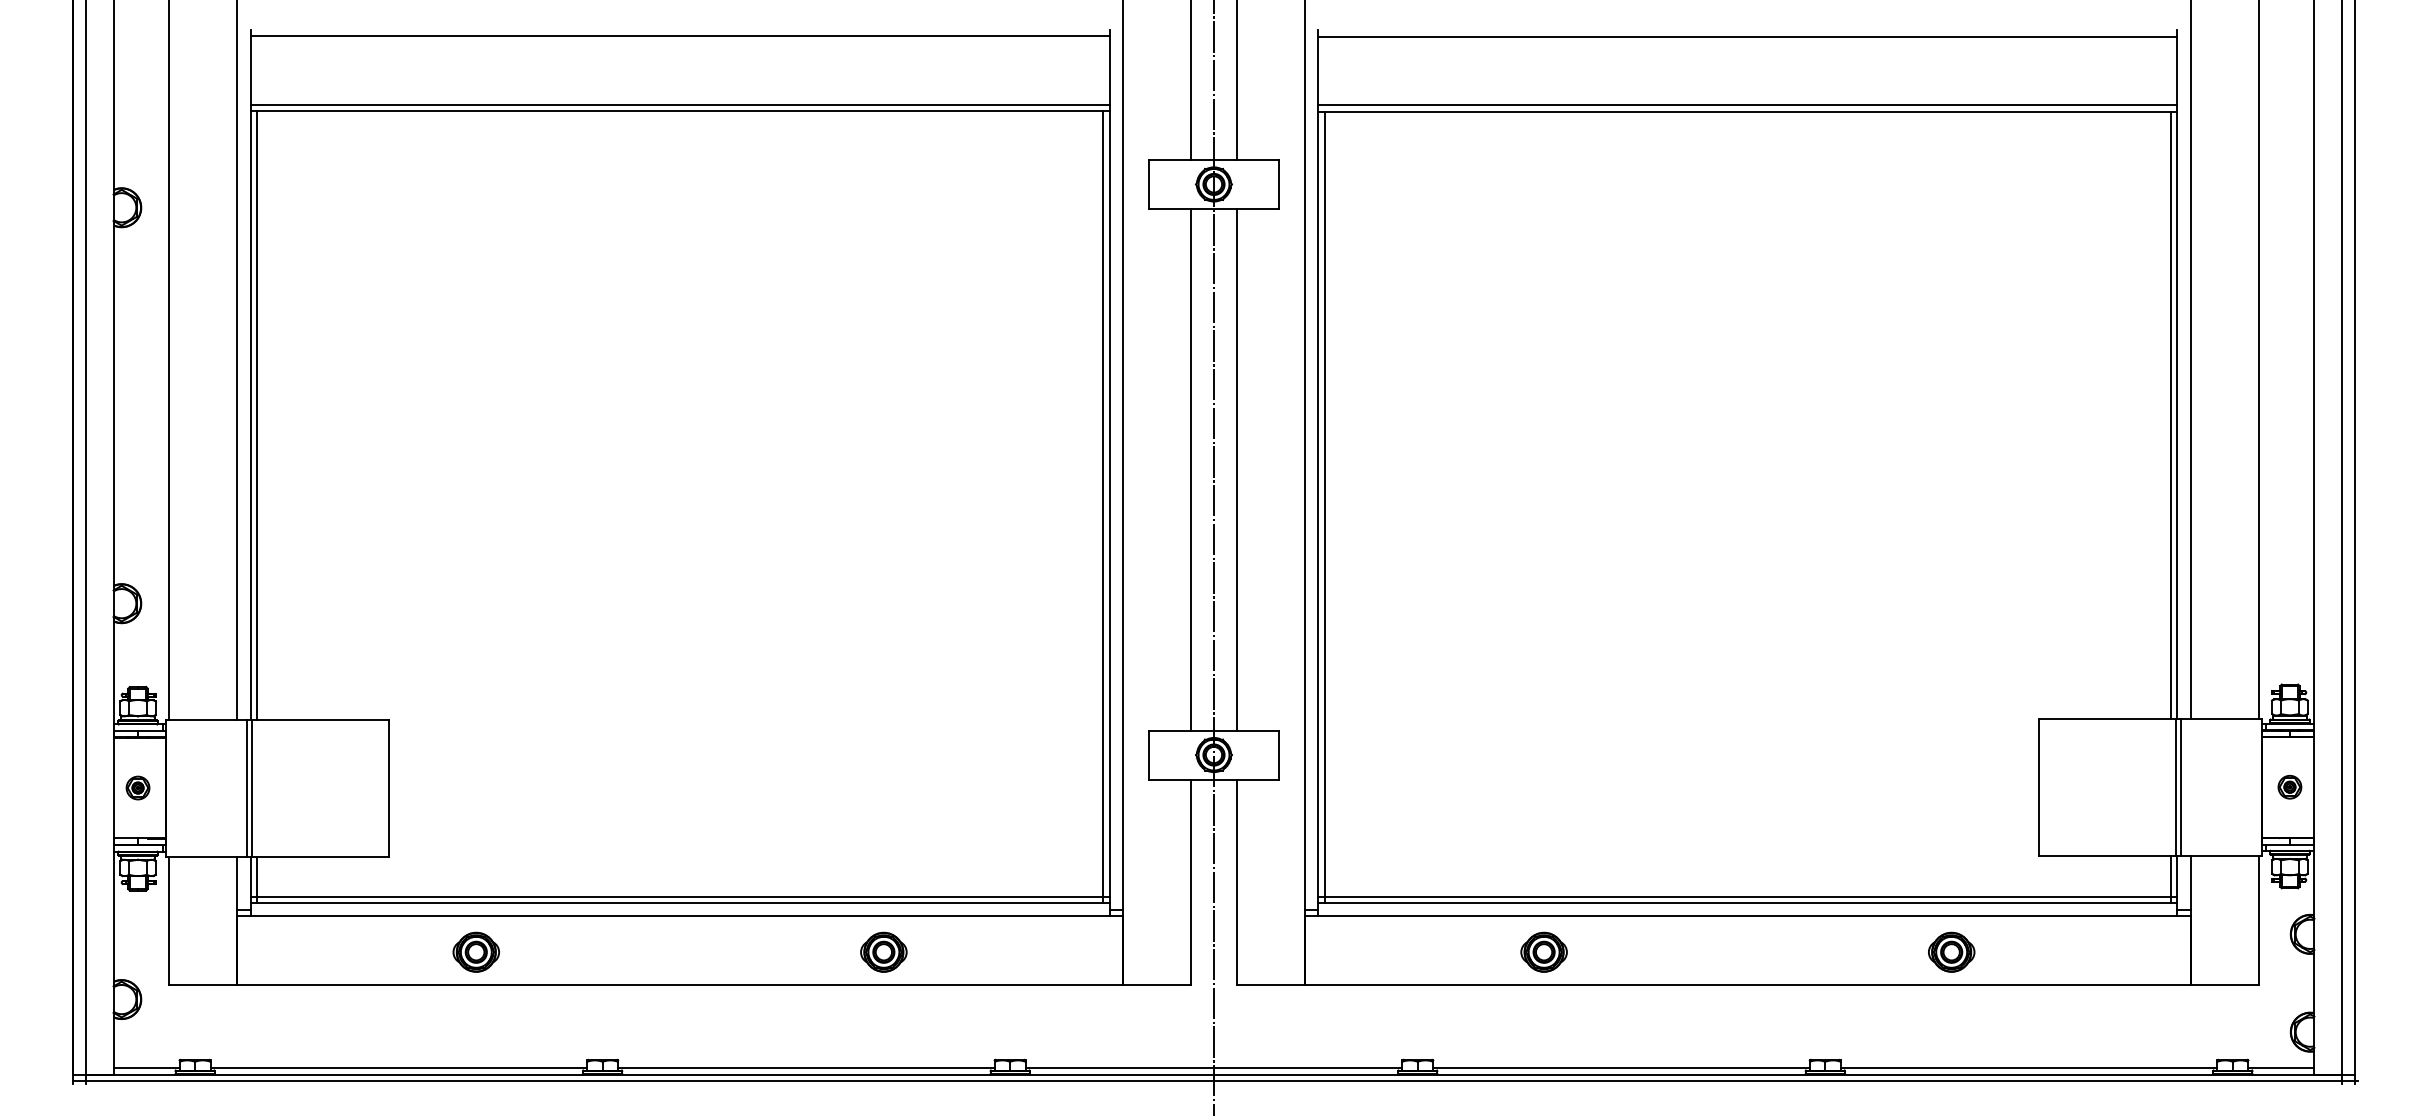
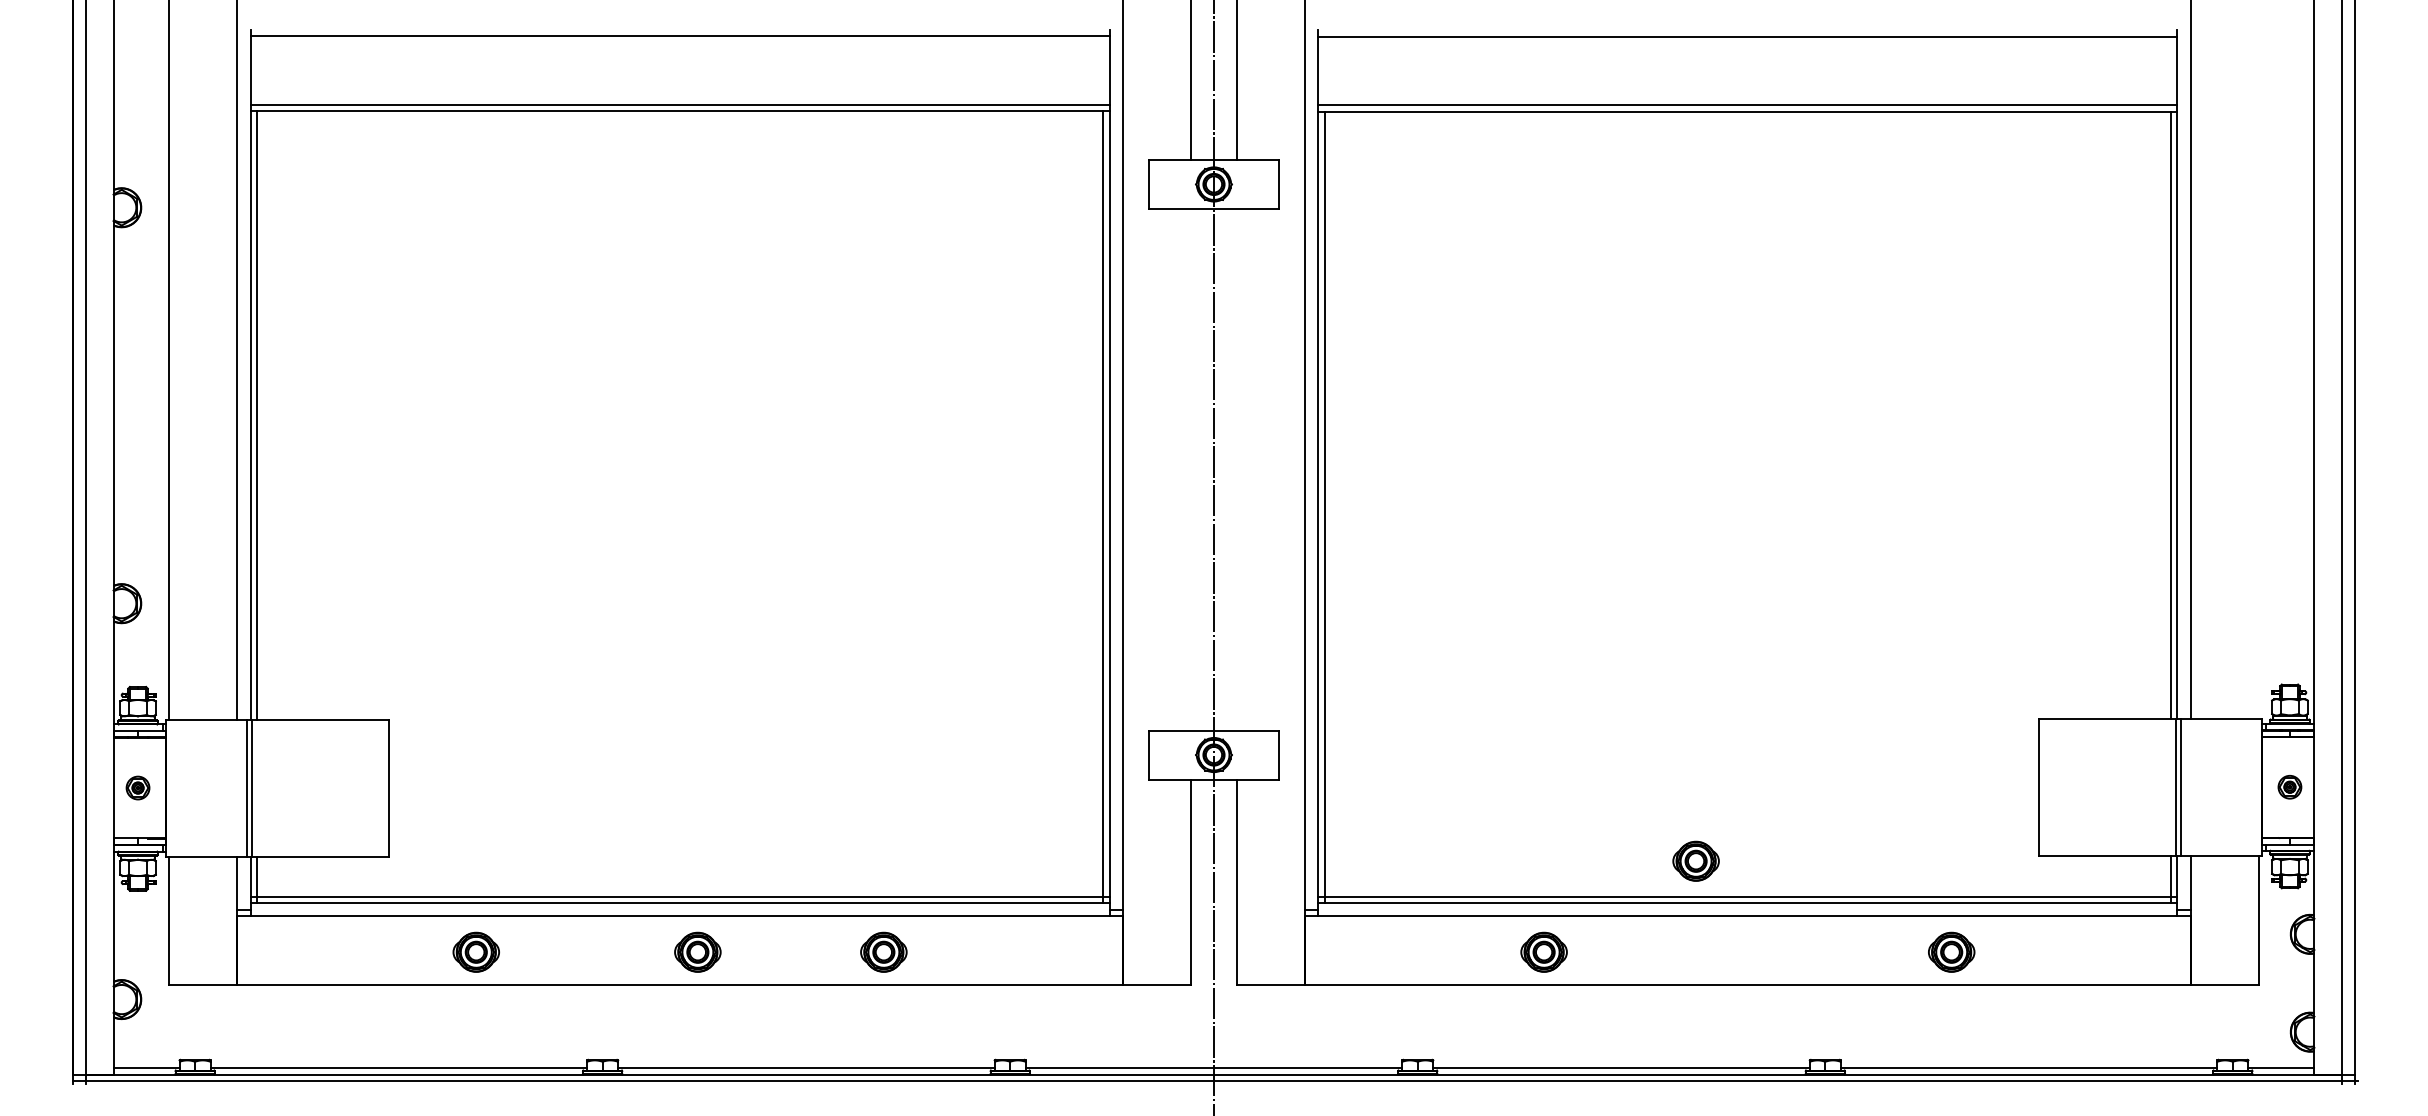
line at (2258, 360): present -> none
line at (1191, 469): present -> none
line at (1236, 469): present -> none
part at (1695, 860): none -> present
part at (697, 951): none -> present
